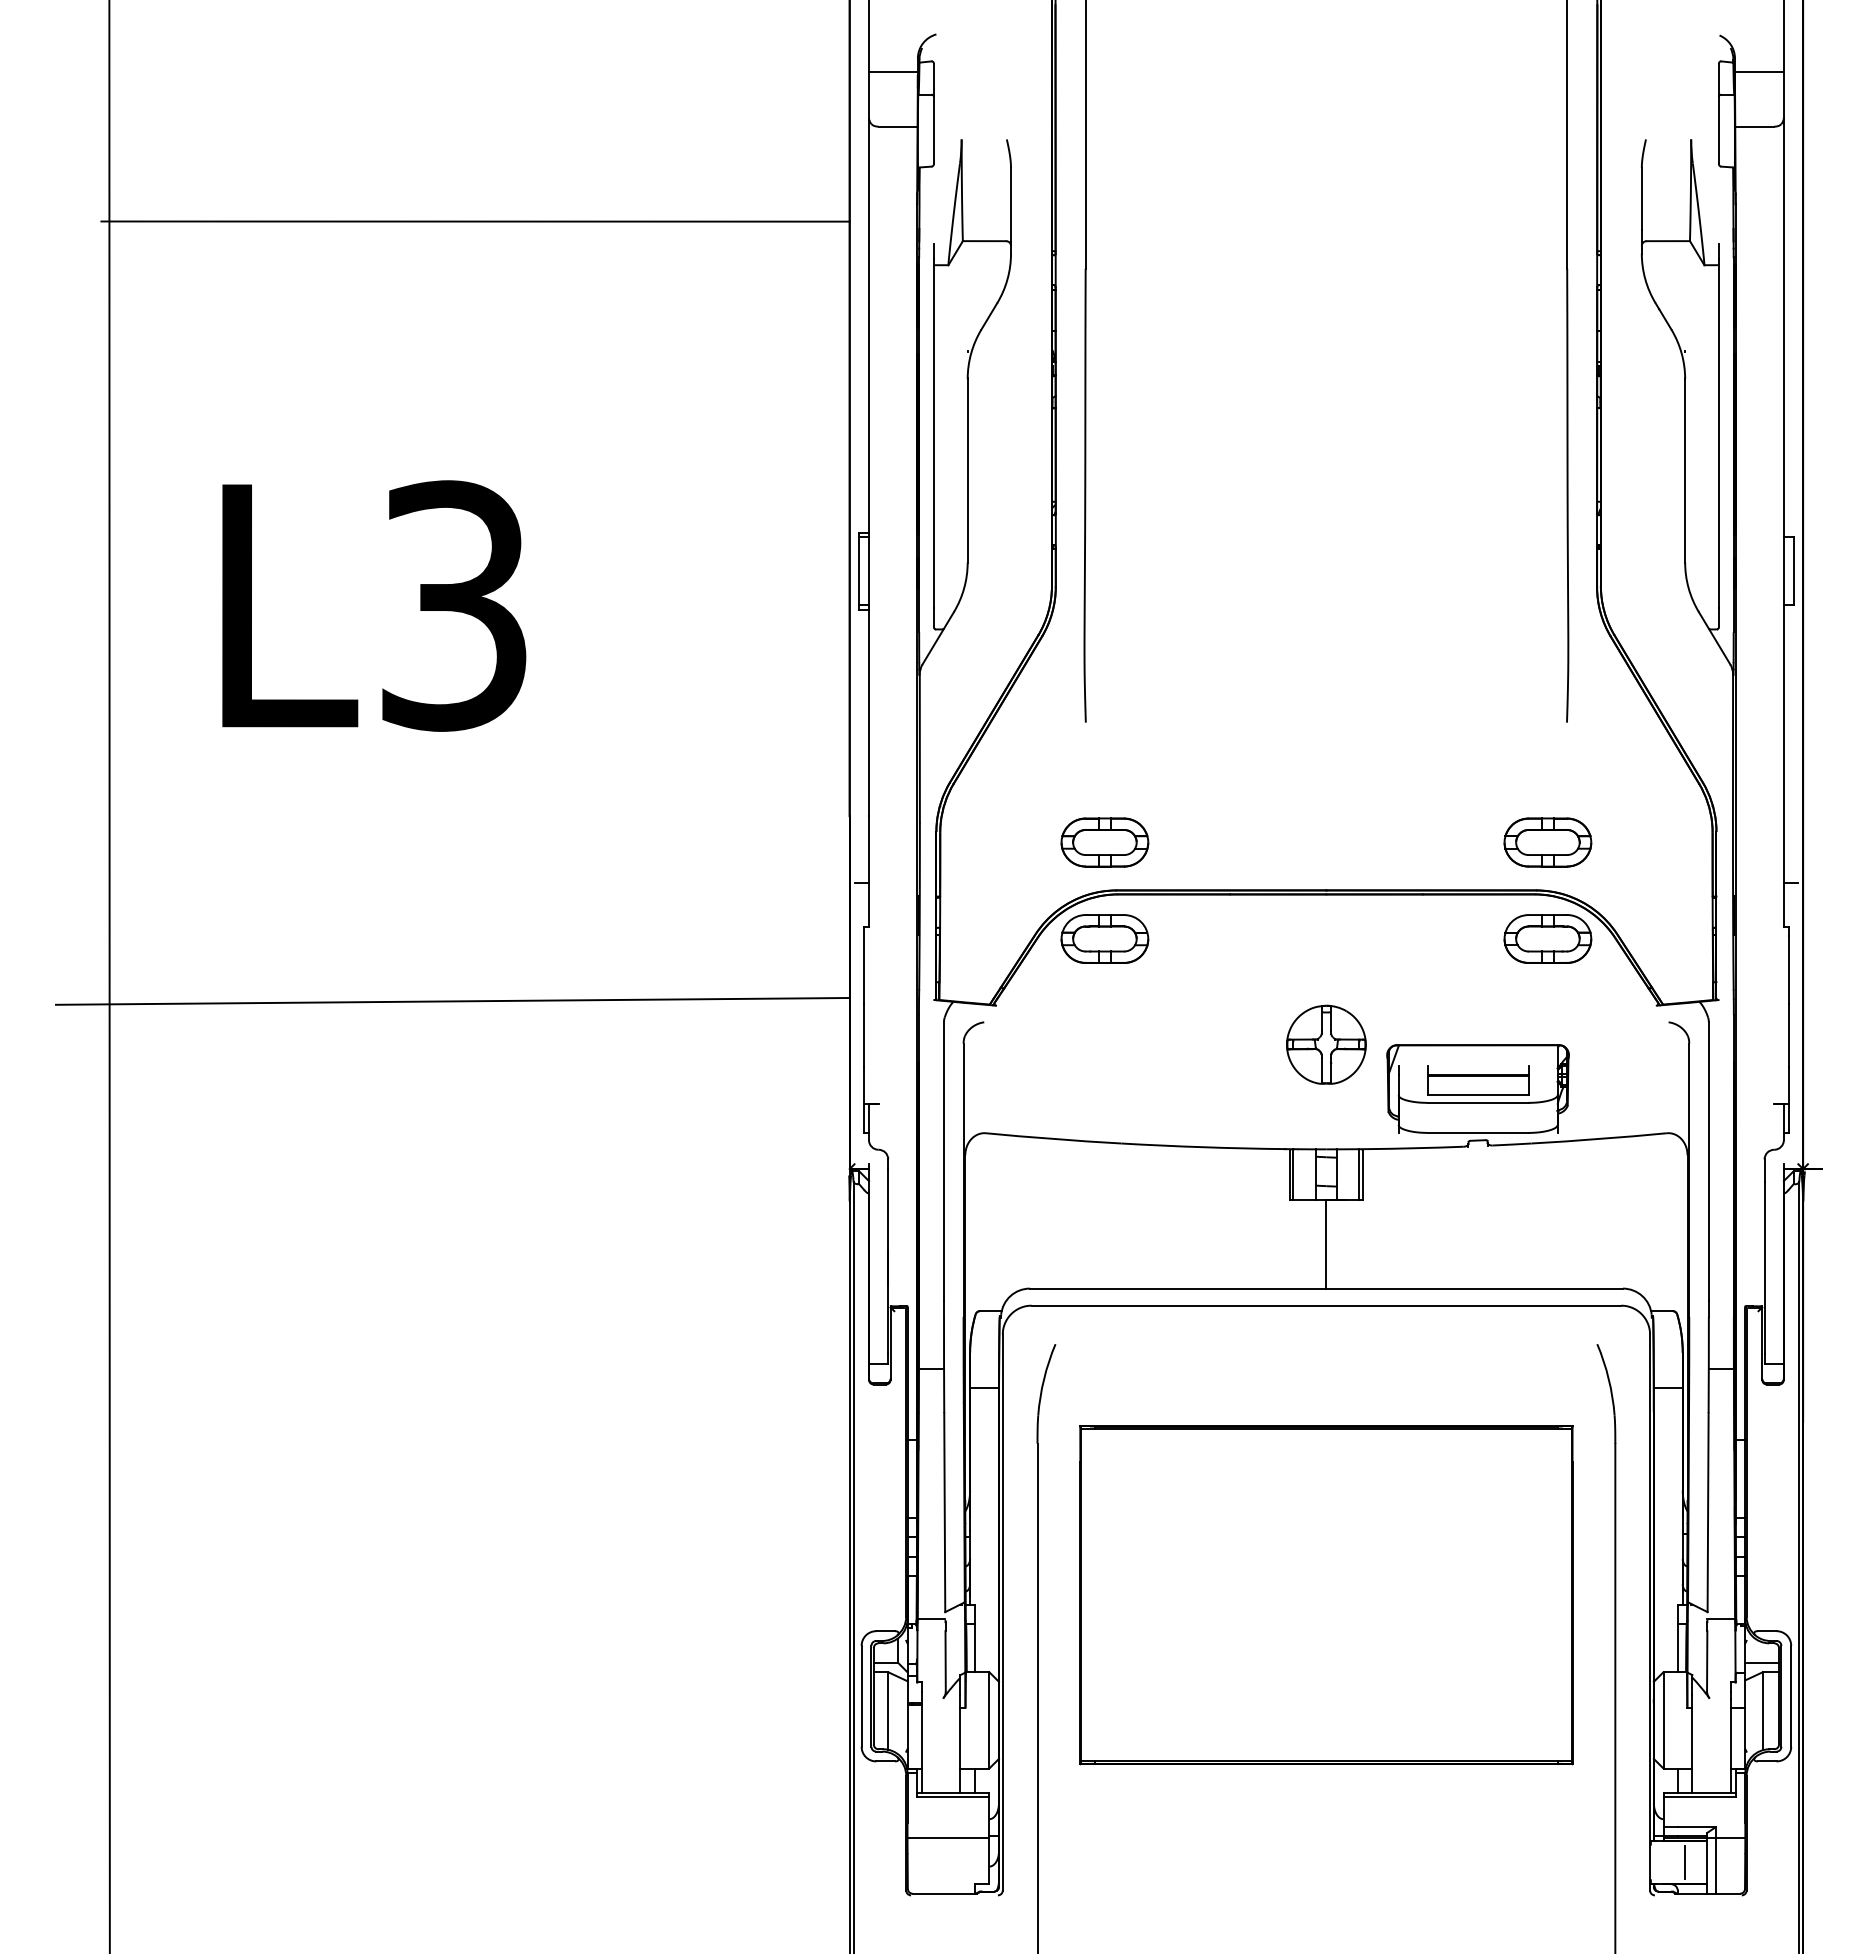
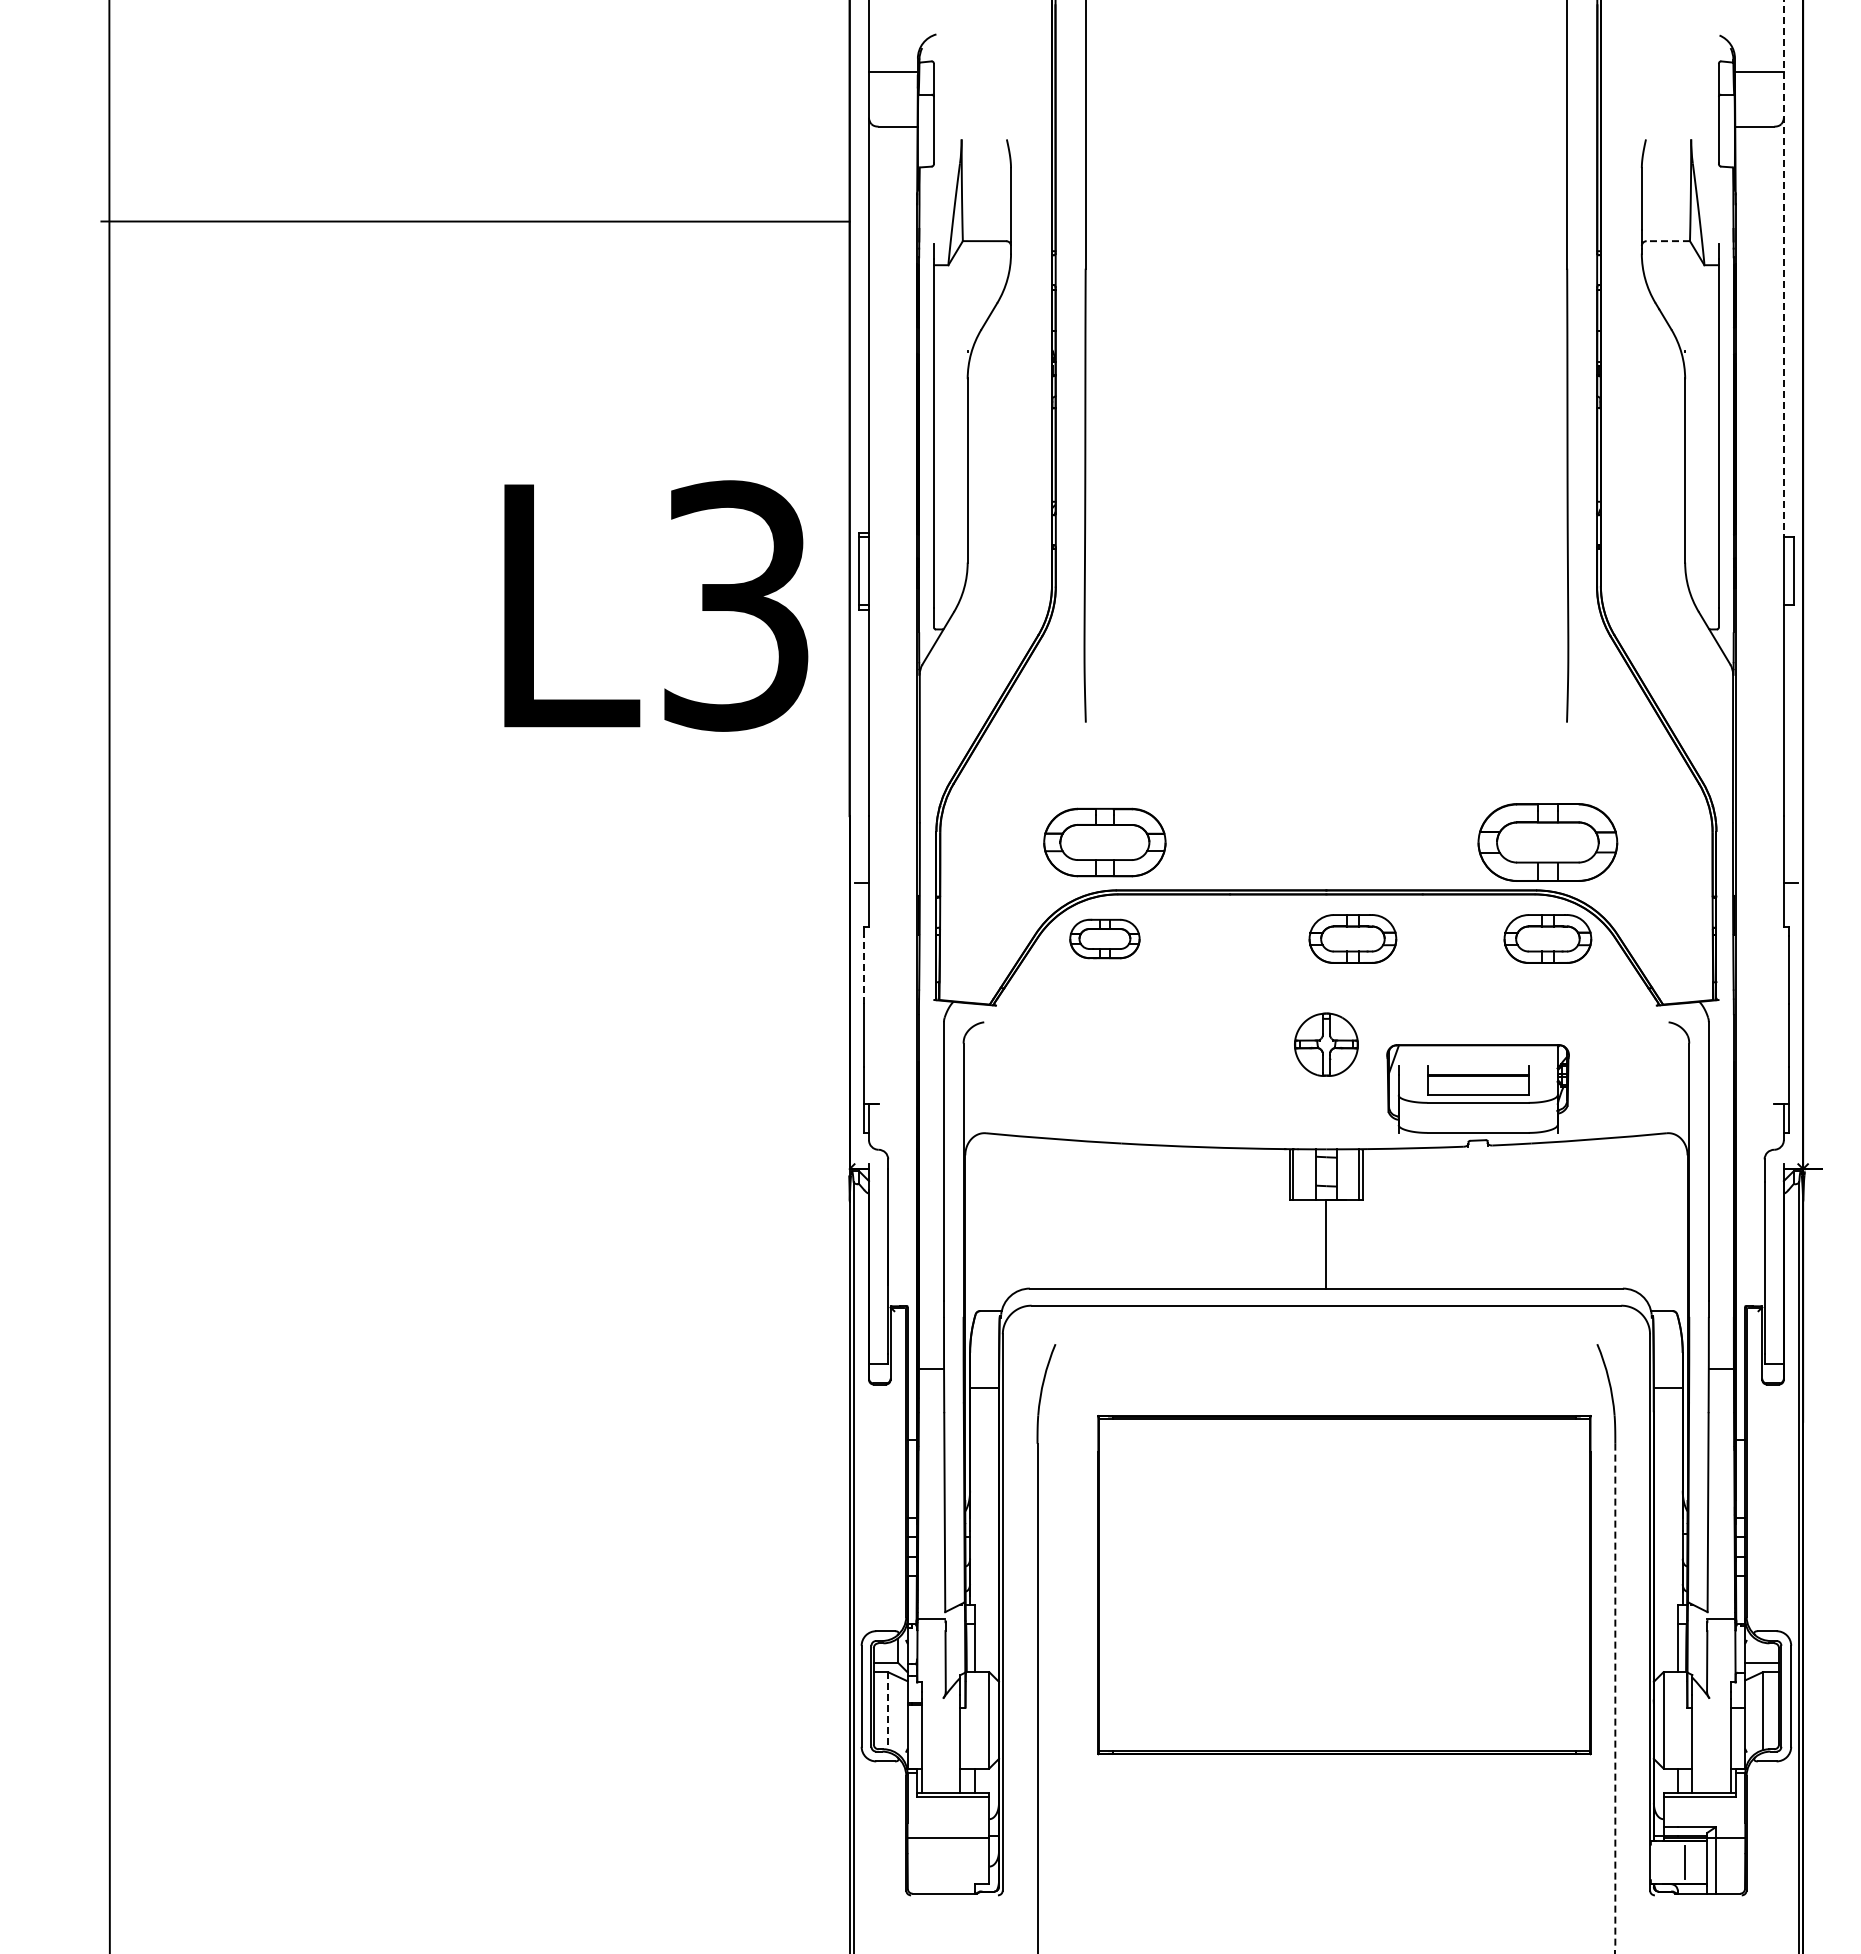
line at (1668, 241): solid -> dashed
line at (1783, 269): solid -> dashed
text at (374, 605) position: (374, 605) -> (656, 605)
part at (1104, 842) size: 90x51 px -> 124x71 px
part at (1547, 842) size: 90x51 px -> 142x79 px
part at (1104, 938) size: 90x50 px -> 72x42 px
part at (1352, 938): none -> present
line at (864, 969): solid -> dashed
line at (452, 1000): present -> none
part at (1326, 1044) size: 81x81 px -> 65x65 px
part at (1326, 1595) position: (1326, 1595) -> (1344, 1585)
line at (1615, 1698): solid -> dashed
line at (888, 1711): solid -> dashed
